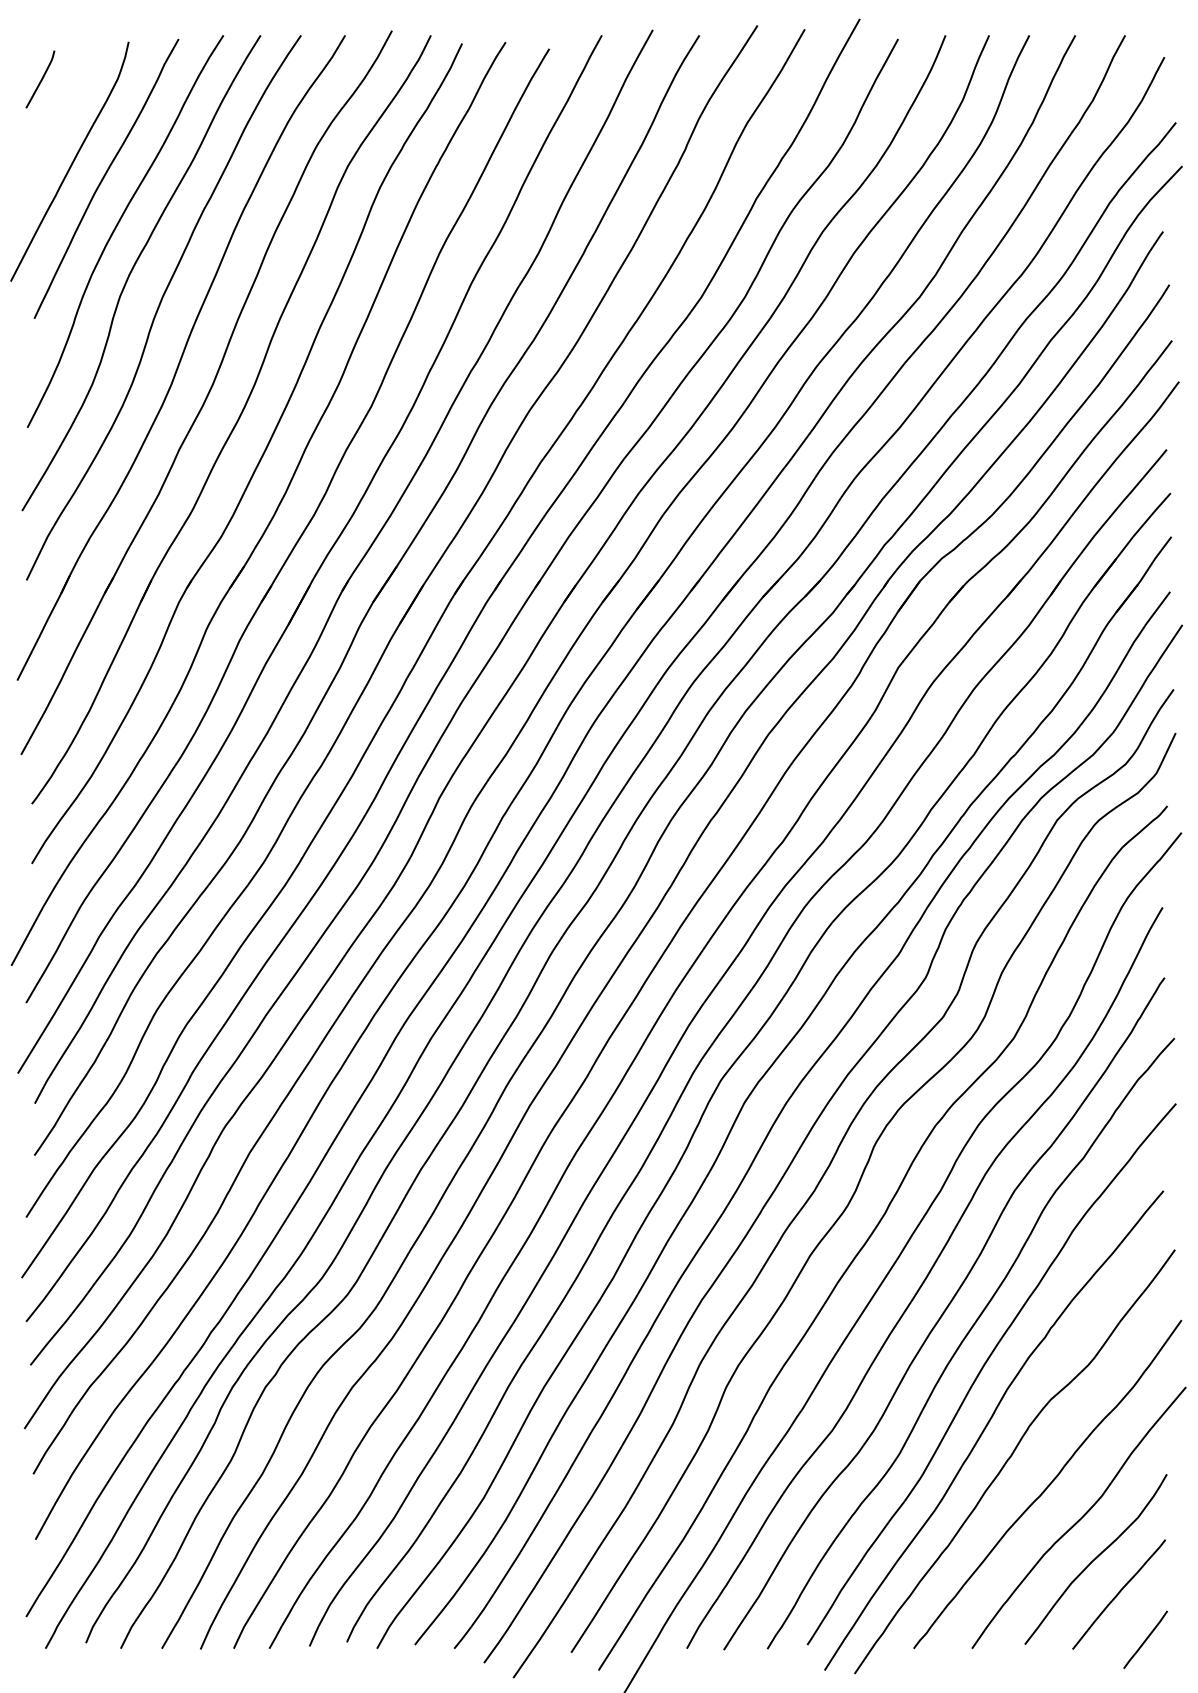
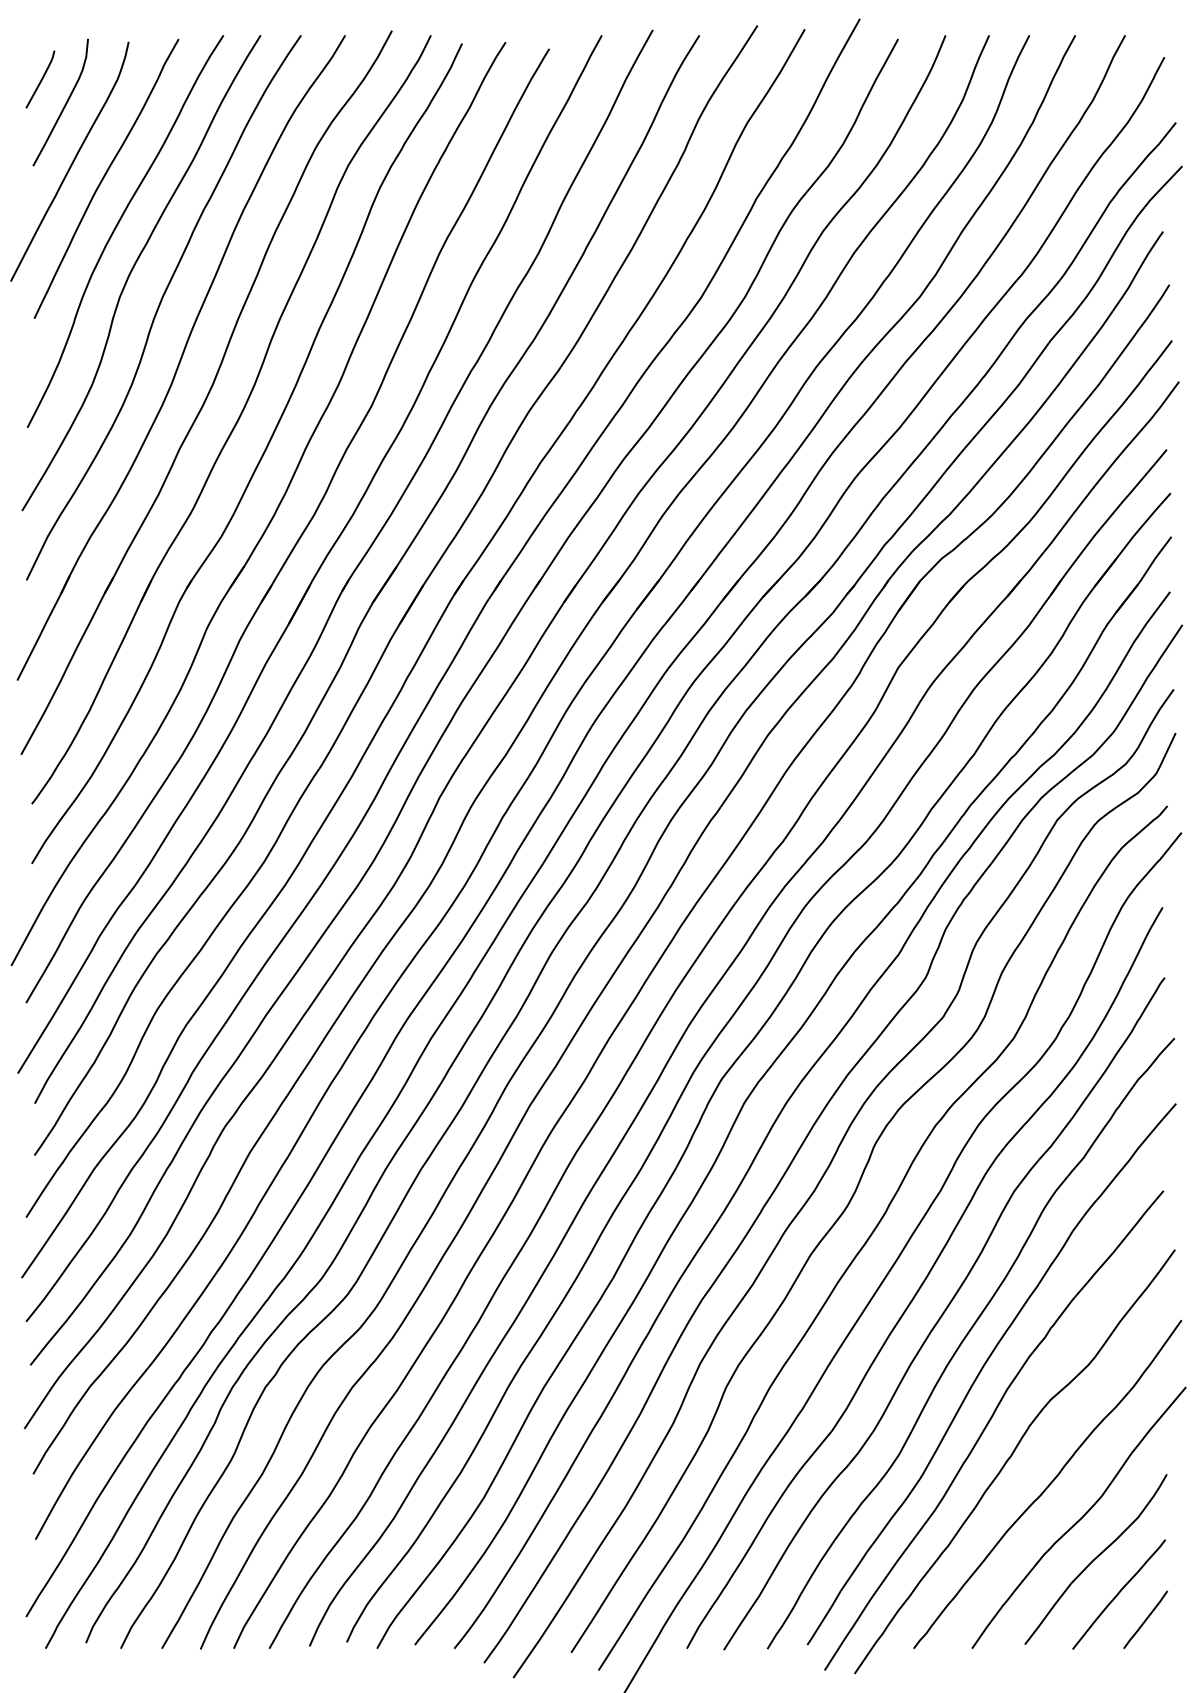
curve at (64, 104): none -> present
line at (1145, 1639) position: (1145, 1639) -> (1145, 1619)
